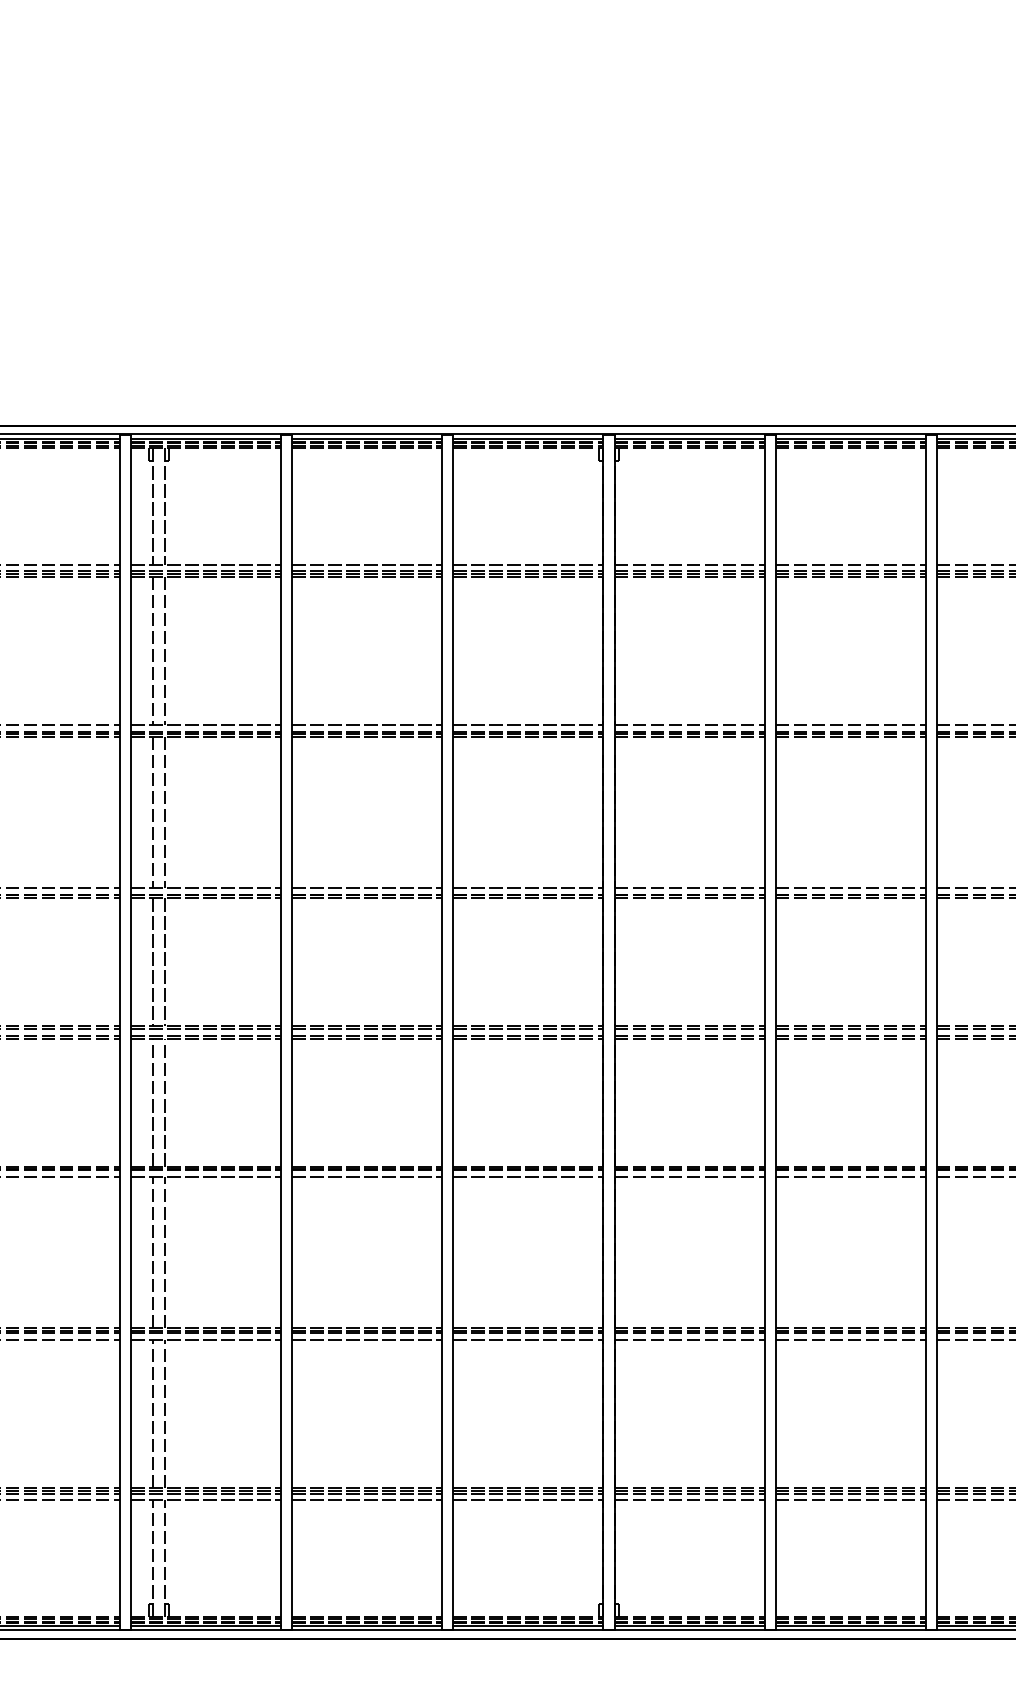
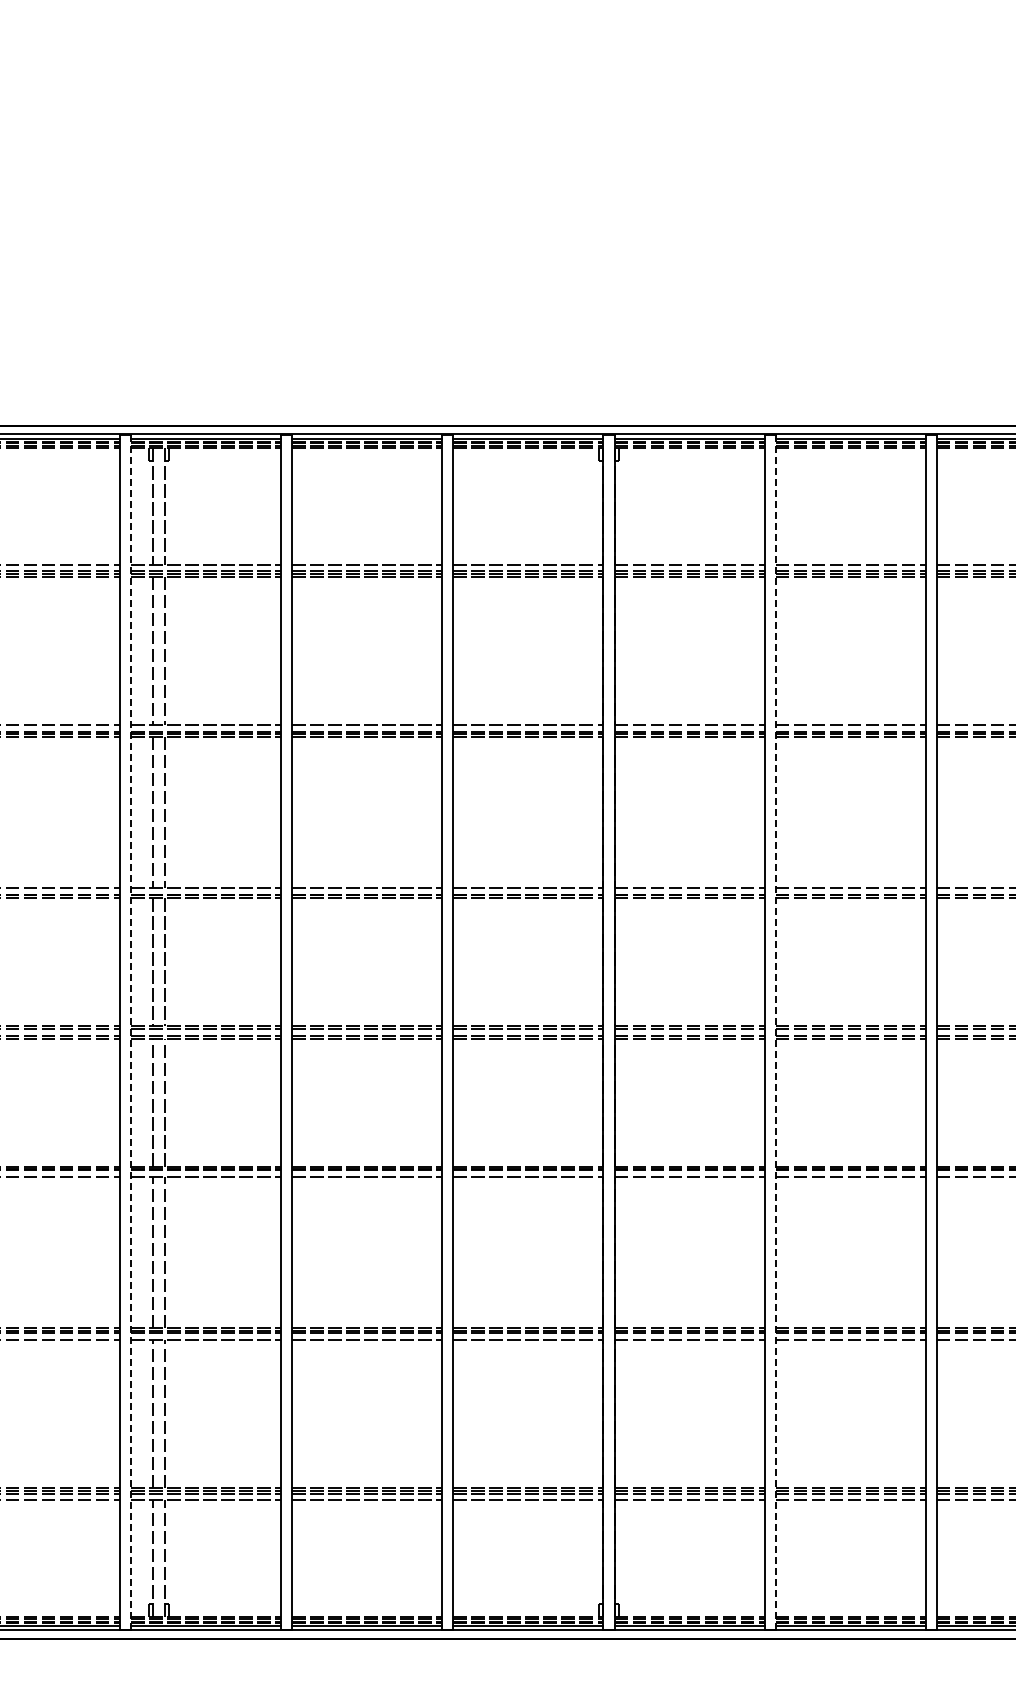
line at (131, 1031): solid -> dashed
line at (775, 1031): solid -> dashed
